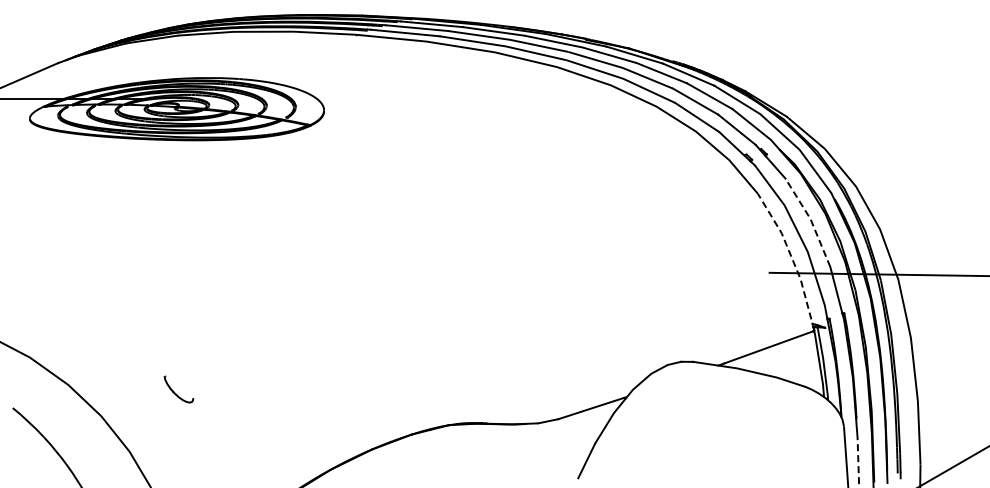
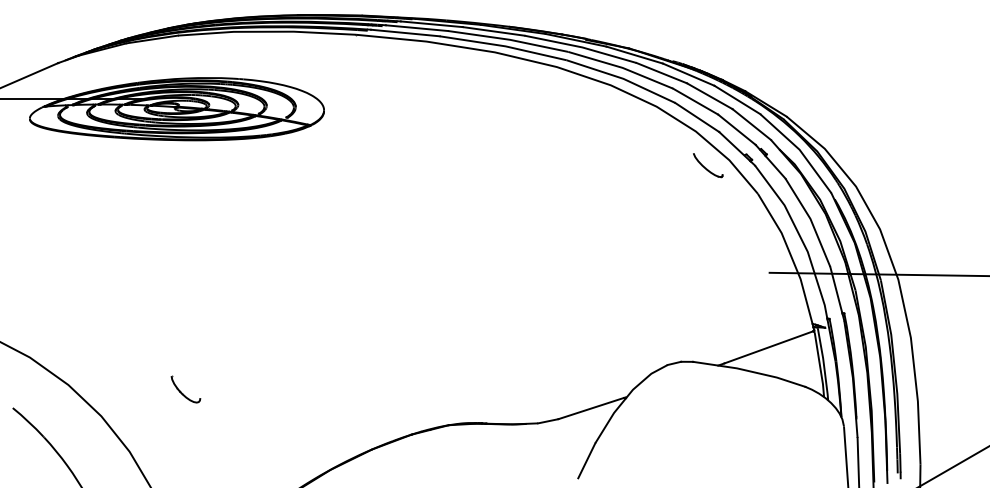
part at (708, 165): none -> present
line at (810, 219): dashed -> solid
line at (792, 258): dashed -> solid
part at (178, 389) position: (178, 389) -> (185, 389)
line at (858, 462): dashed -> solid
